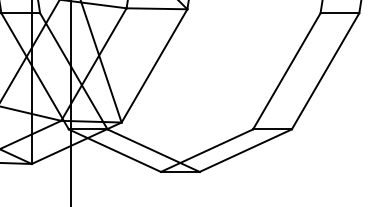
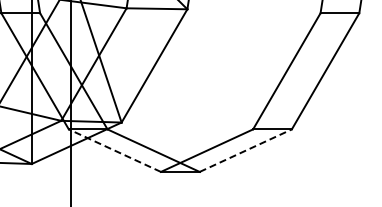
line at (114, 150): solid -> dashed
line at (245, 150): solid -> dashed
